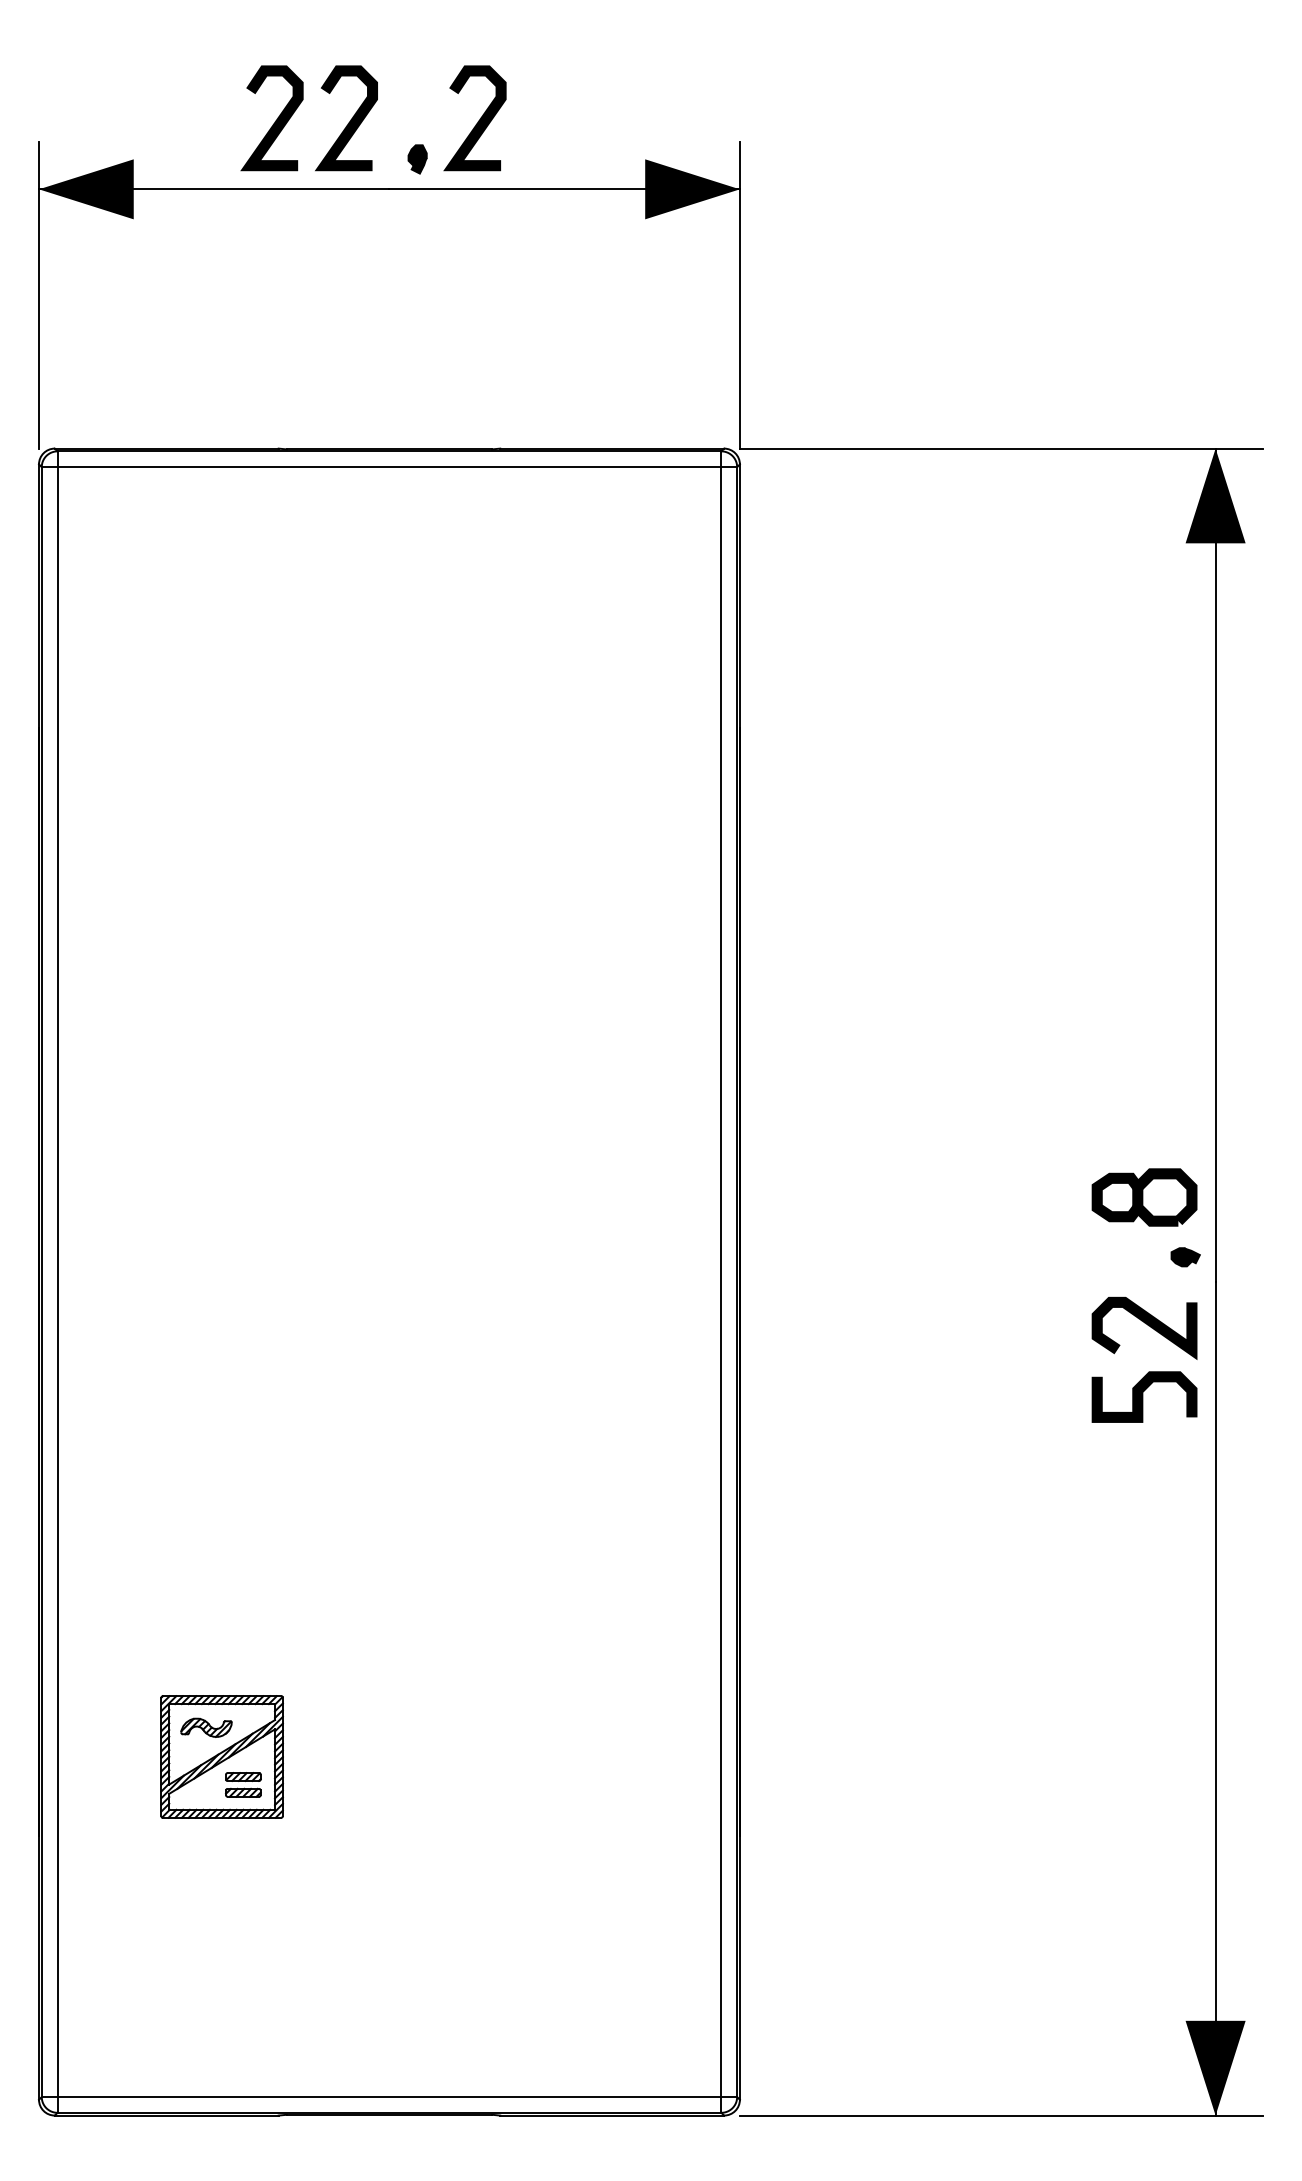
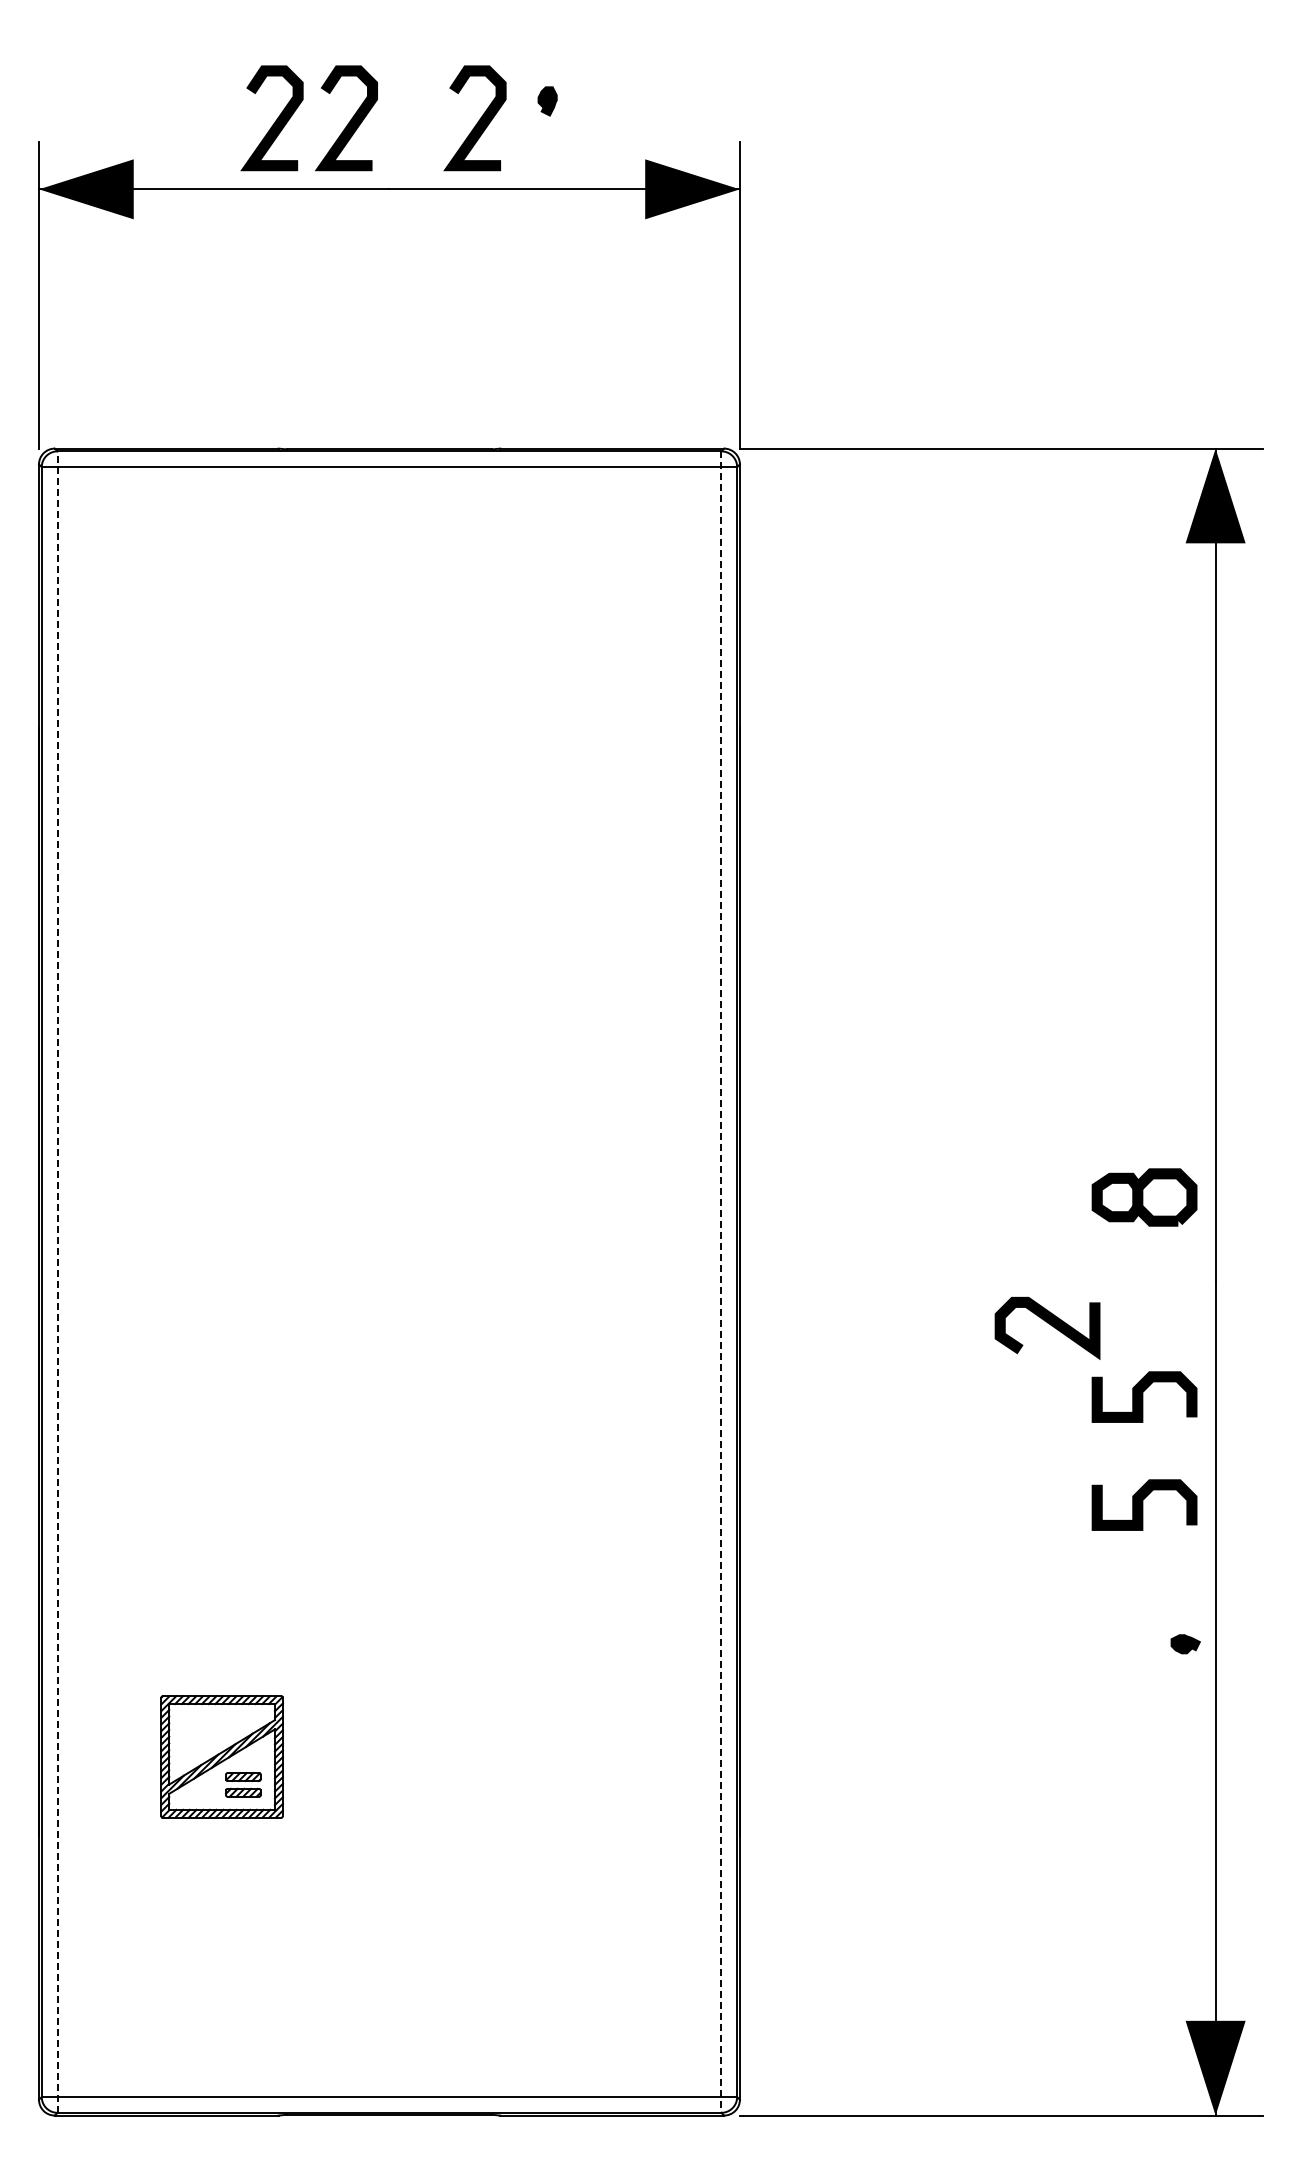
part at (417, 159) position: (417, 159) -> (547, 101)
part at (1185, 1257) position: (1185, 1257) -> (1185, 1644)
line at (57, 1282): solid -> dashed
line at (721, 1282): solid -> dashed
curve at (1146, 1324) position: (1146, 1324) -> (1049, 1324)
curve at (1143, 1504): none -> present
part at (206, 1727): present -> none
